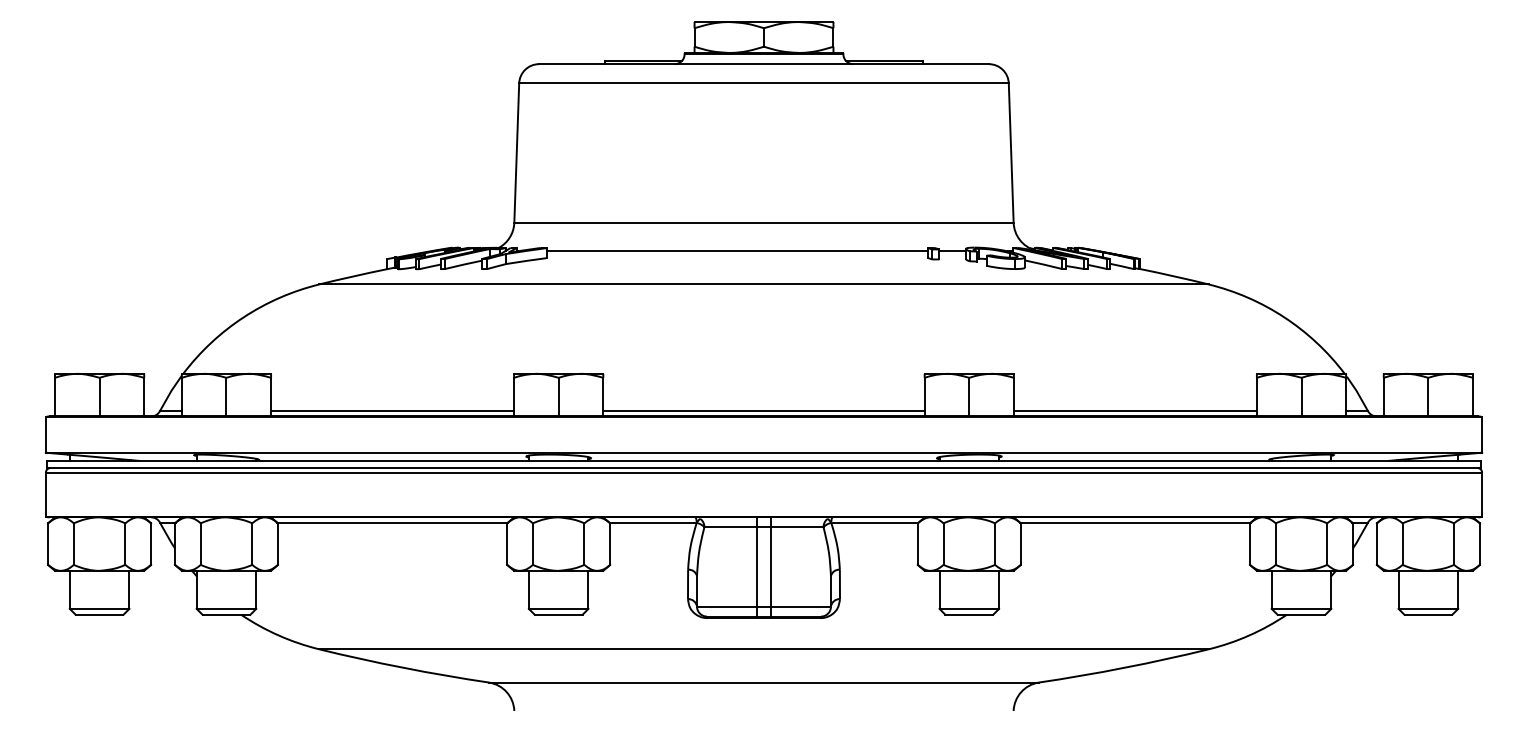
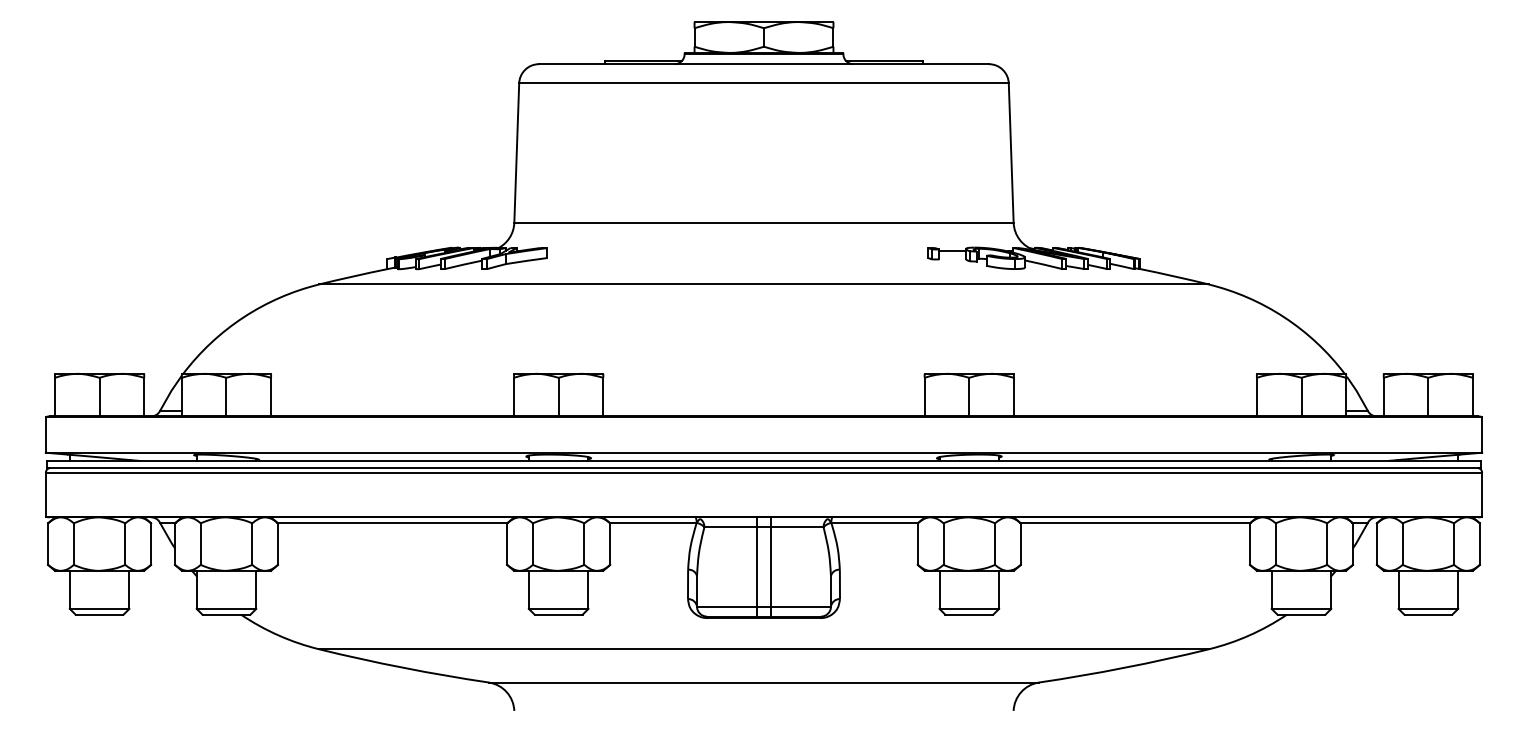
line at (737, 251): present -> none
line at (392, 410): present -> none
line at (763, 410): present -> none
line at (1134, 410): present -> none
